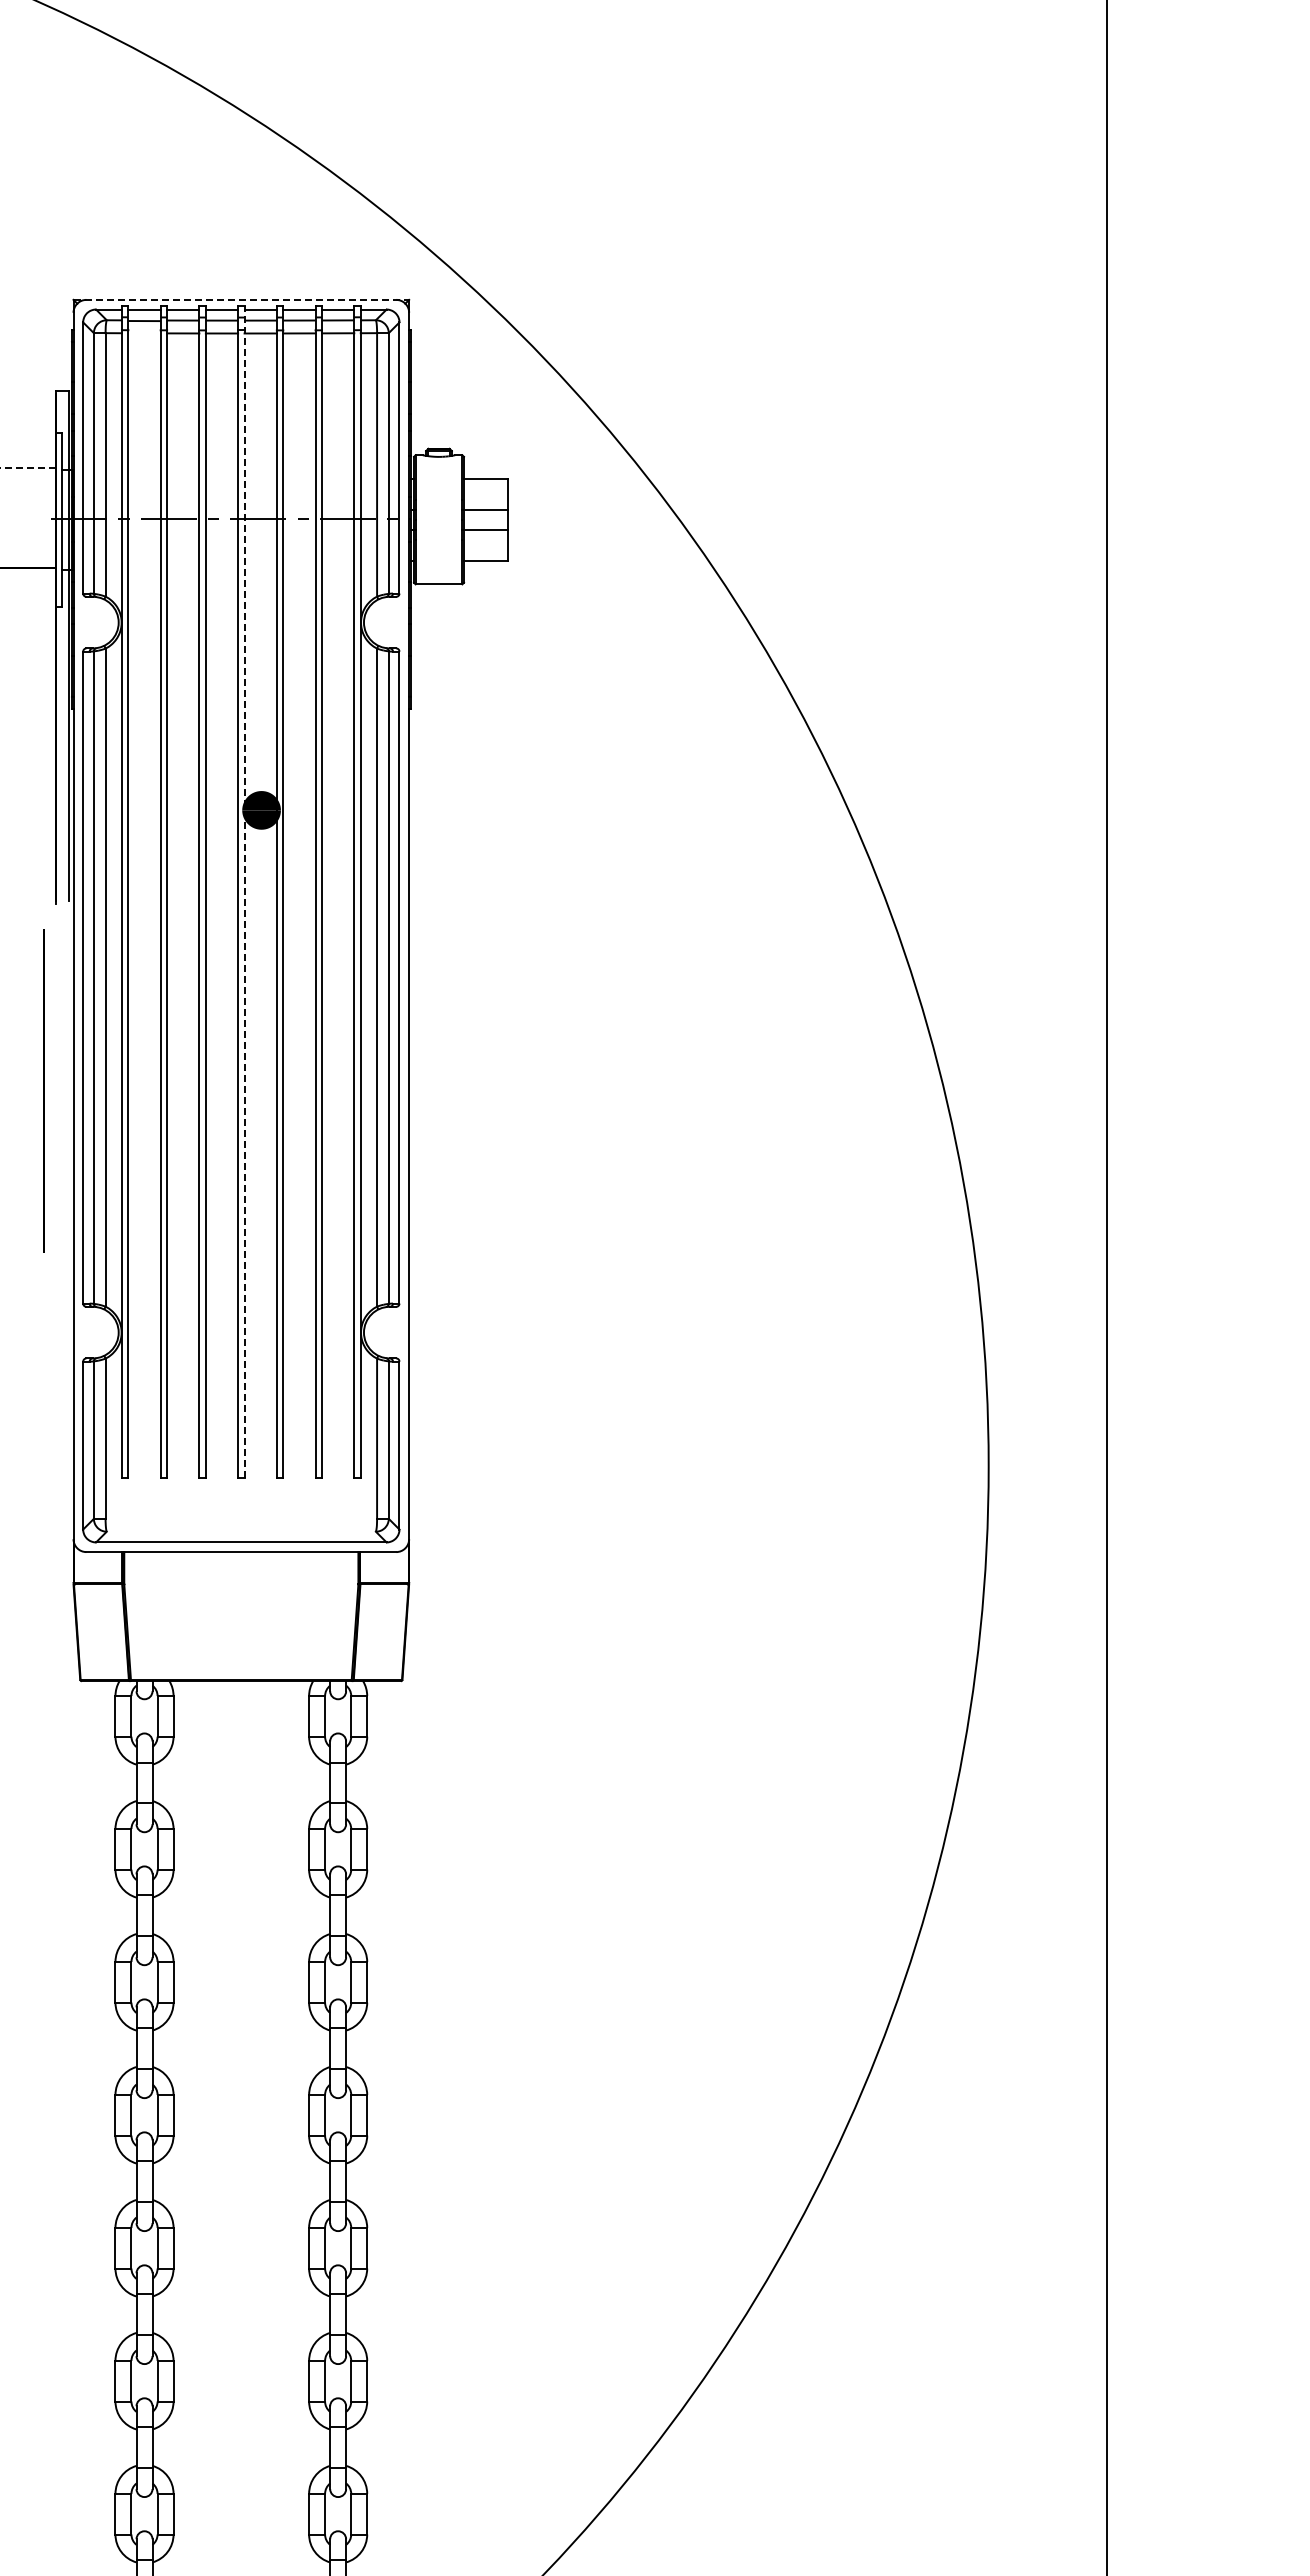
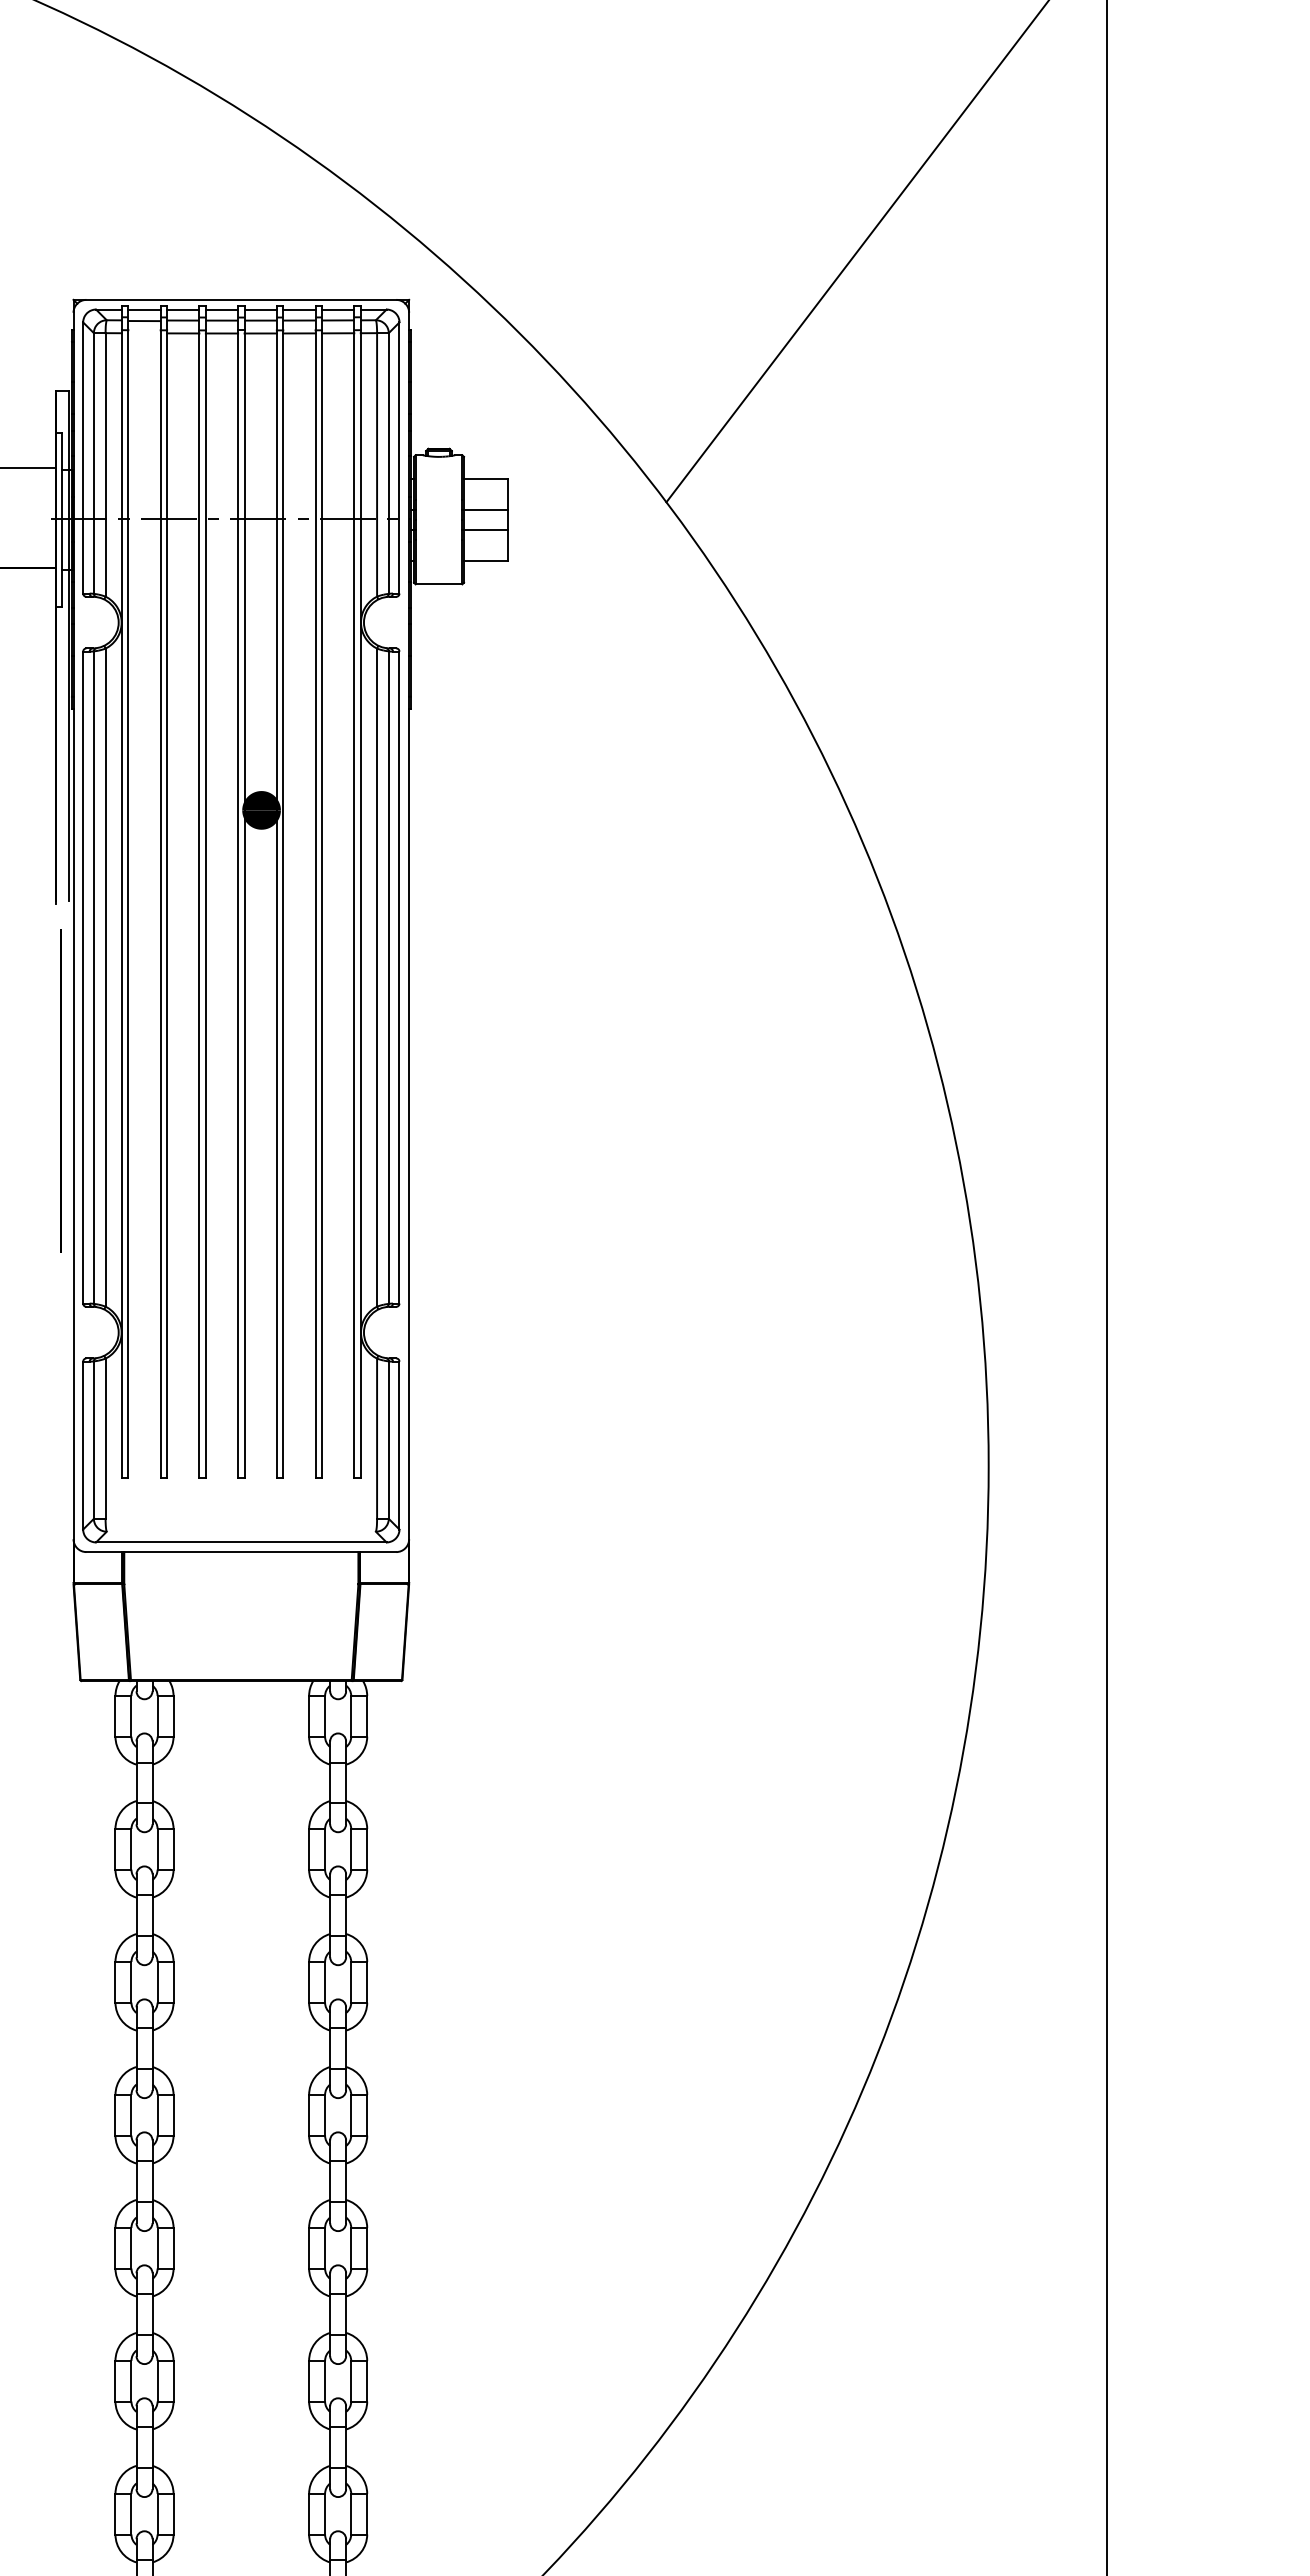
line at (856, 252): none -> present
line at (241, 299): dashed -> solid
line at (28, 467): dashed -> solid
line at (244, 892): dashed -> solid
line at (43, 1090) position: (43, 1090) -> (60, 1090)
